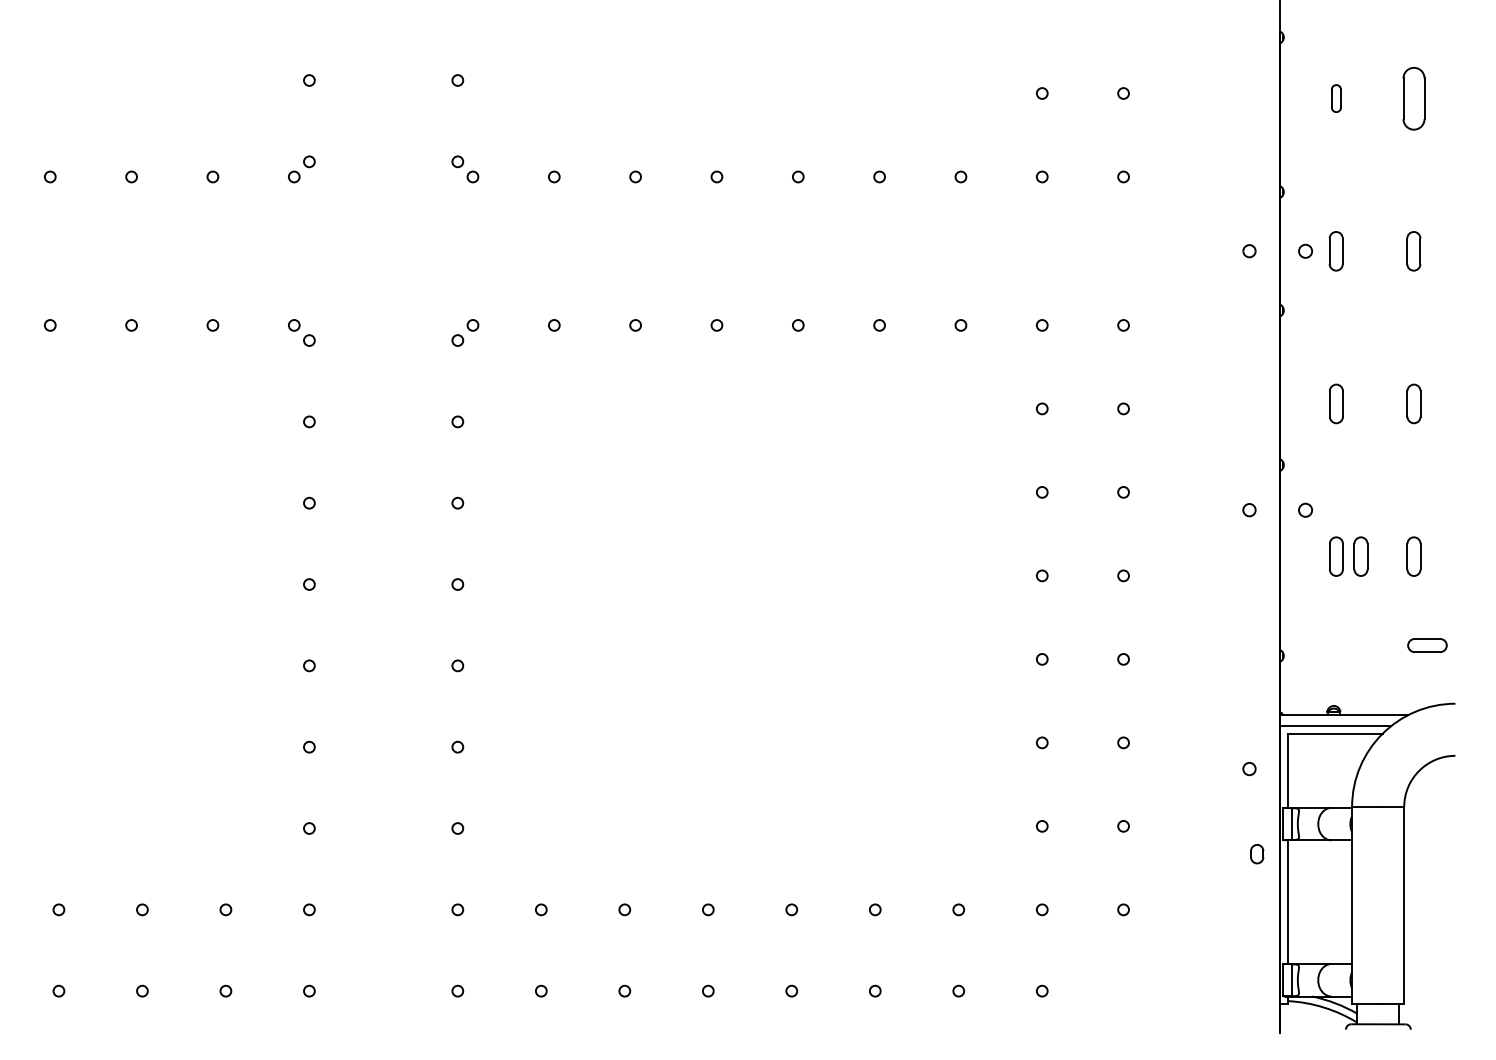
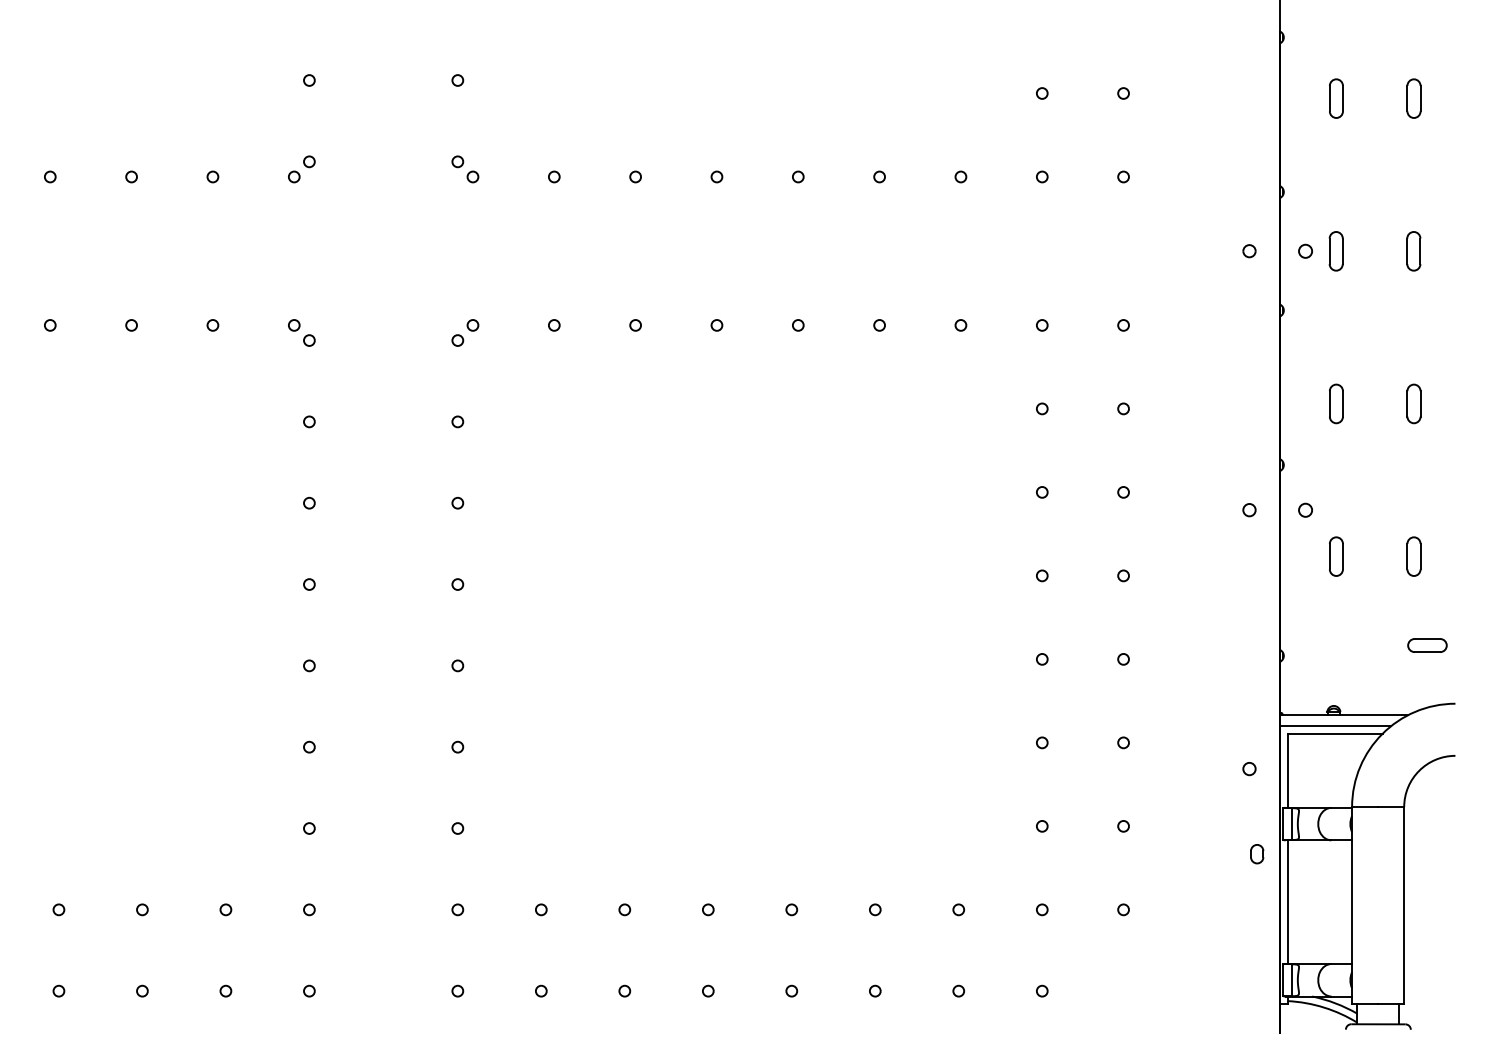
part at (1336, 98) size: 11x29 px -> 15x41 px
part at (1413, 98) size: 24x64 px -> 16x41 px
part at (1360, 556): present -> none
